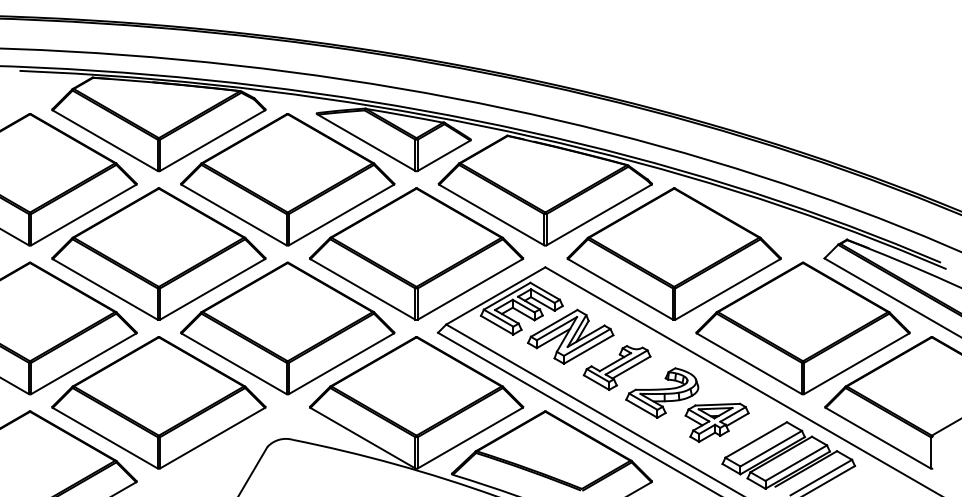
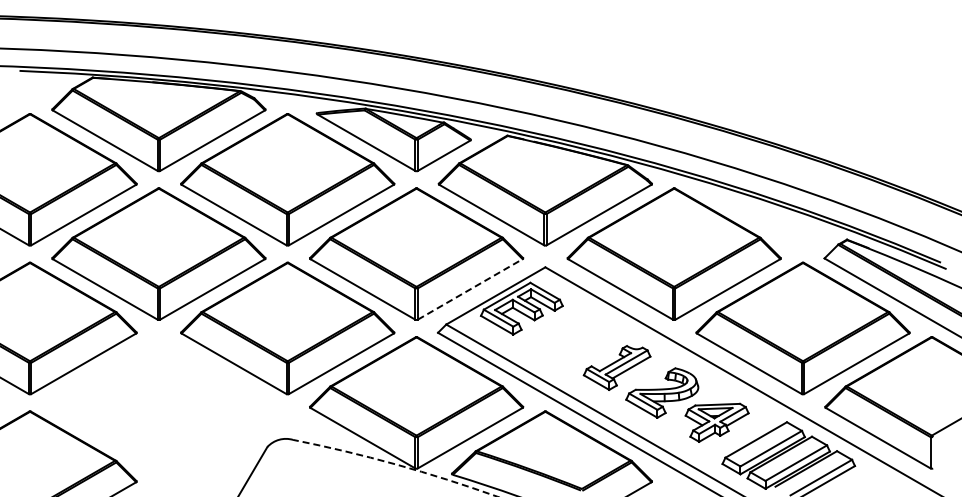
line at (470, 289): solid -> dashed
part at (570, 336): present -> none
part at (158, 402): present -> none
arc at (396, 464): solid -> dashed
